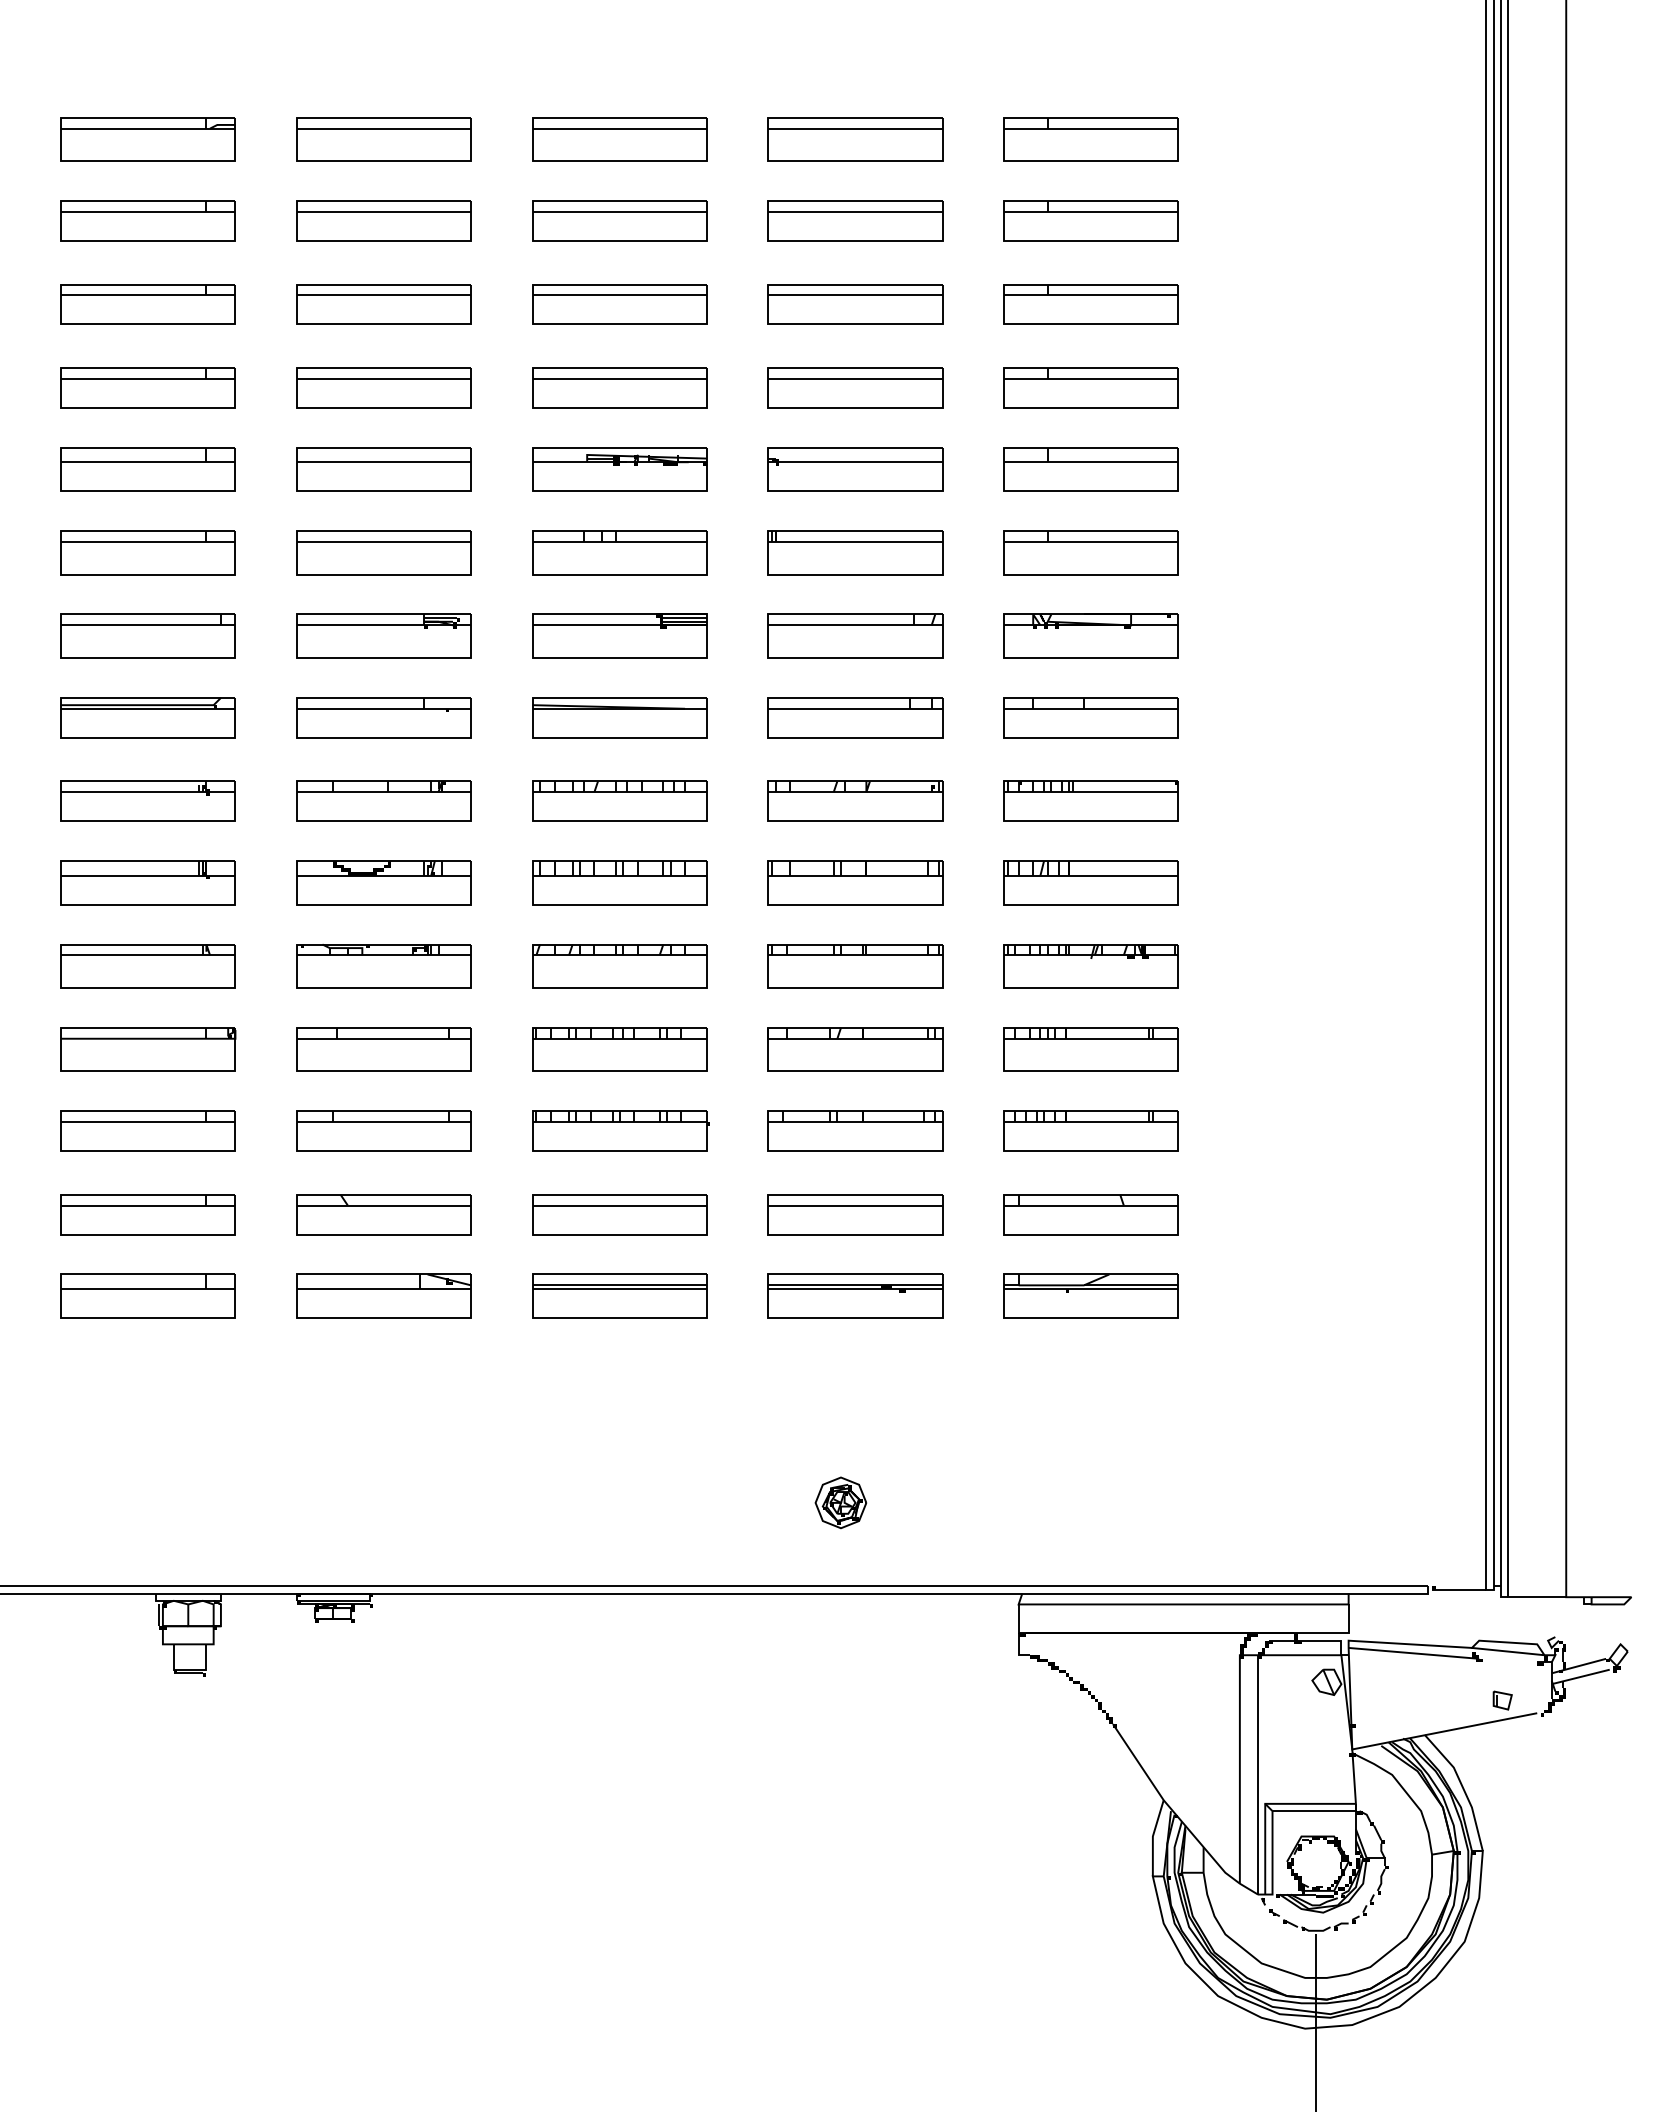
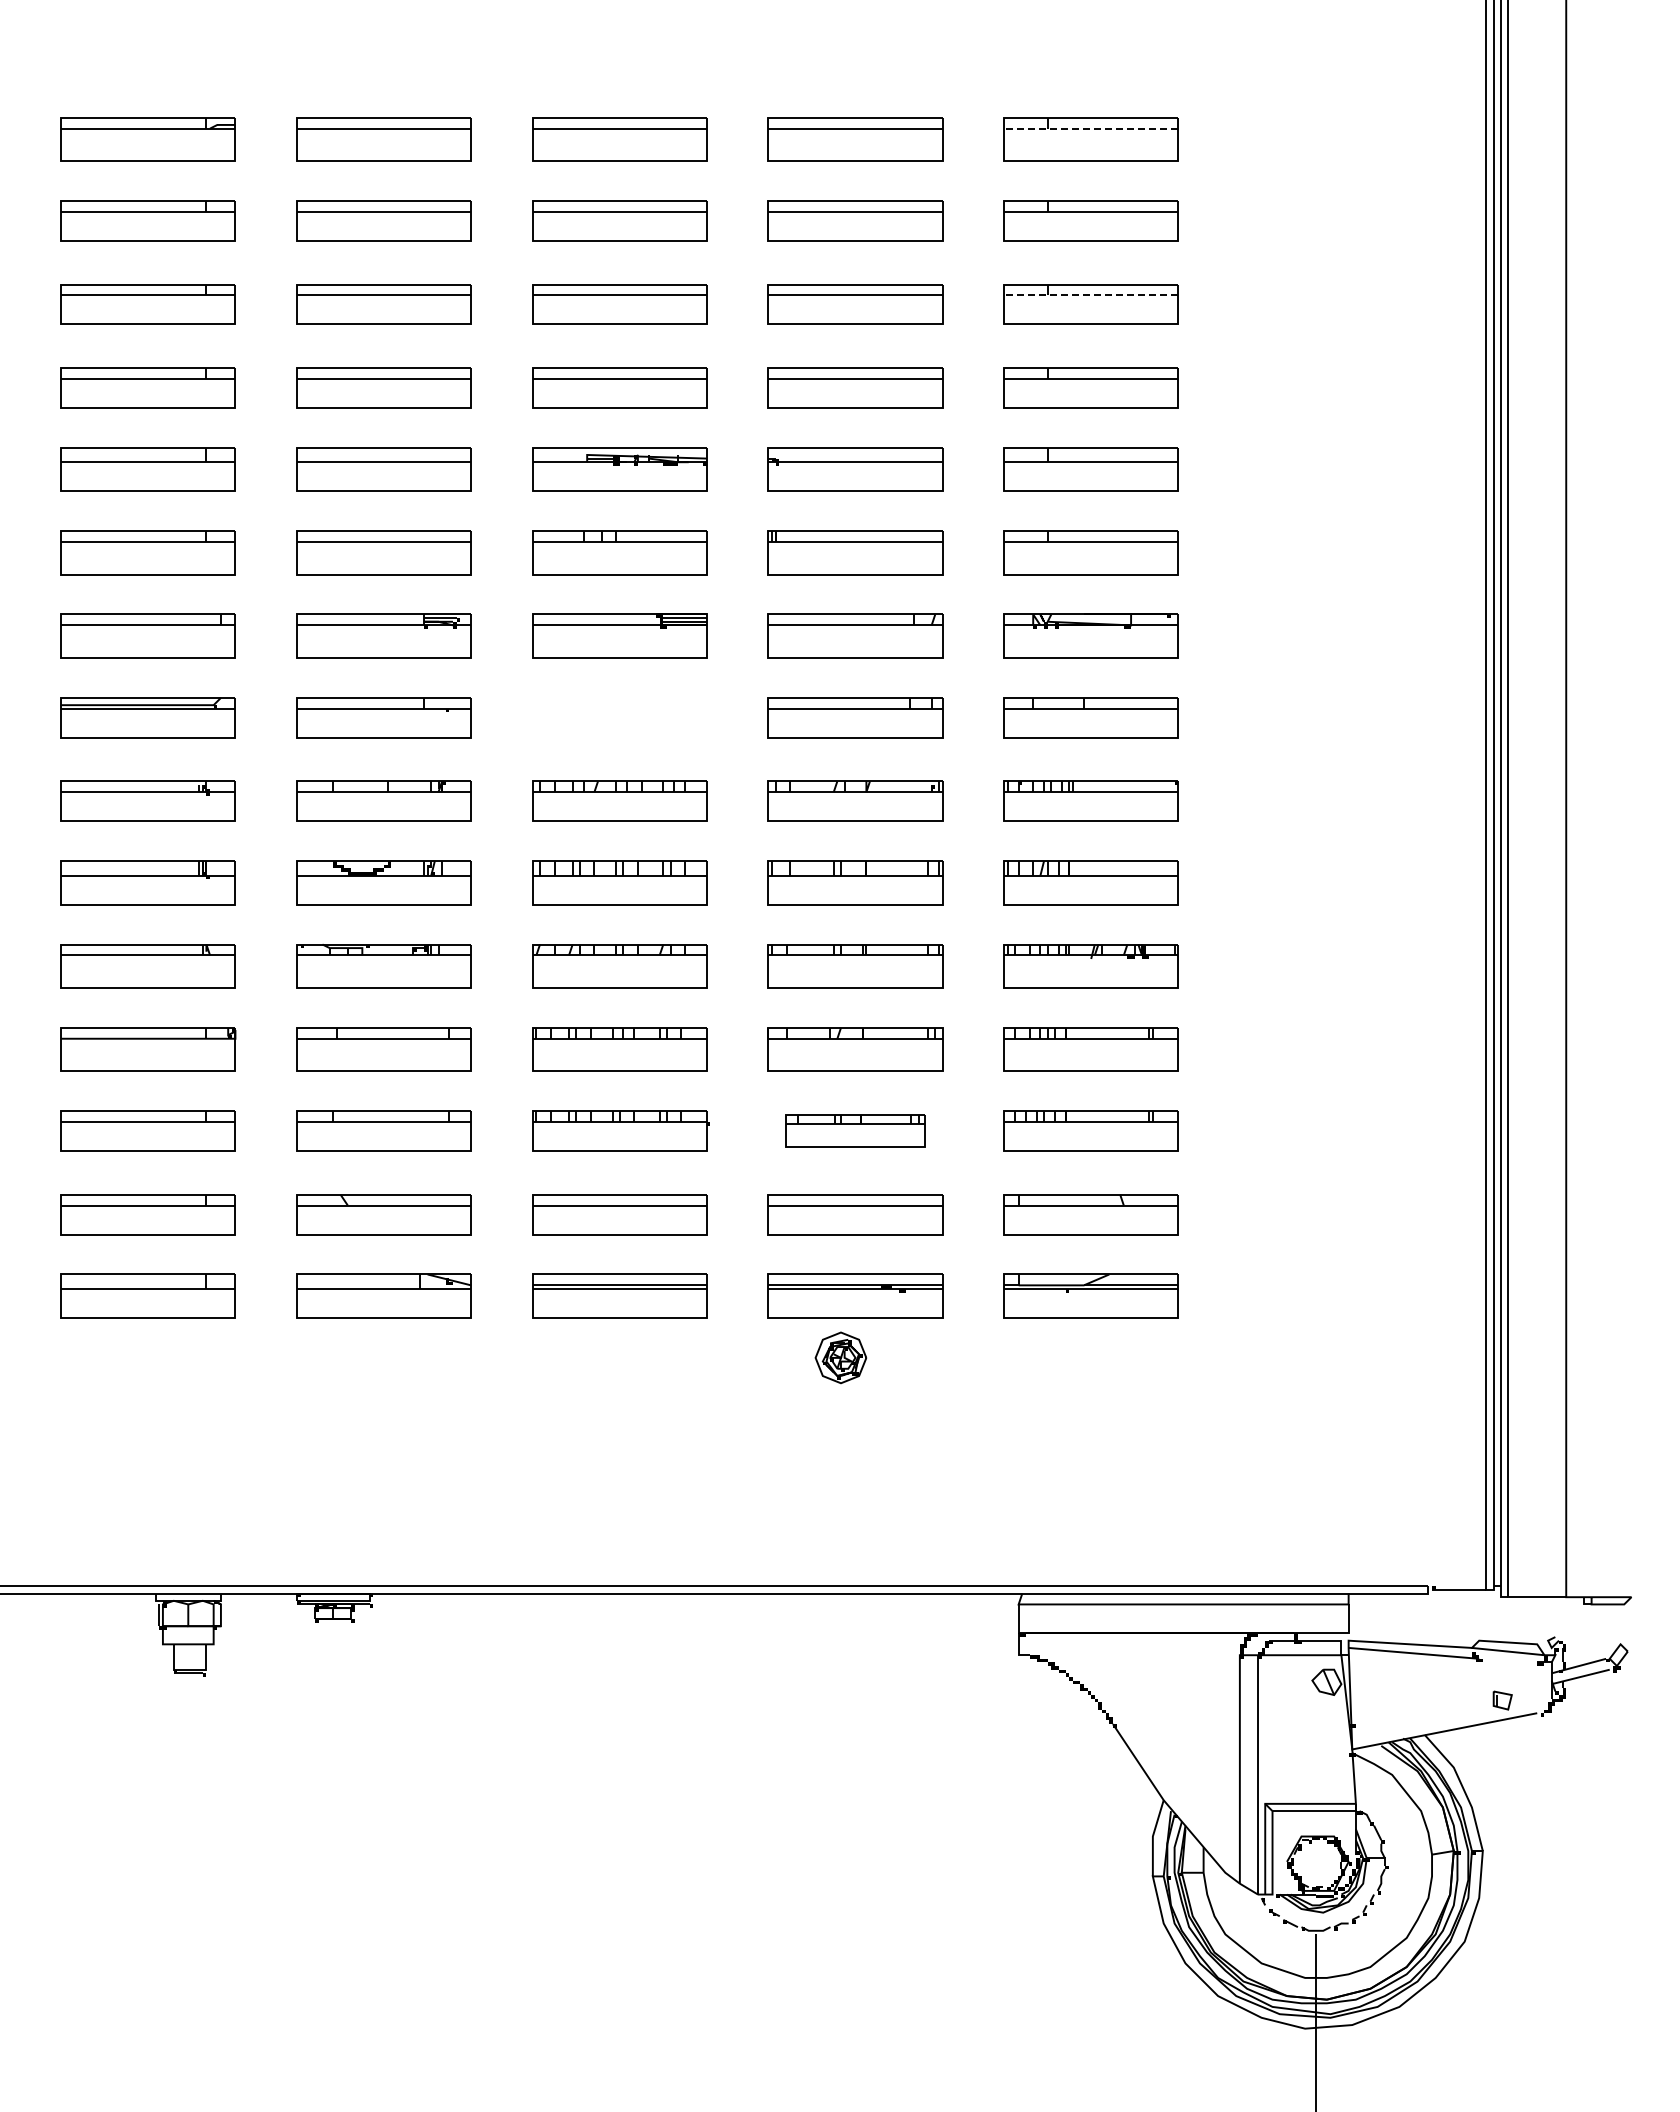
line at (1090, 128): solid -> dashed
line at (1090, 295): solid -> dashed
part at (619, 717): present -> none
part at (855, 1130) size: 177x42 px -> 141x34 px
part at (840, 1502) position: (840, 1502) -> (840, 1357)
